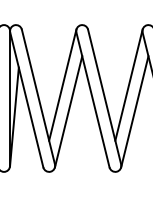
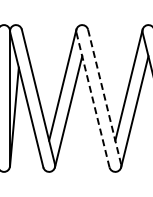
line at (104, 97): solid -> dashed
line at (93, 100): solid -> dashed
